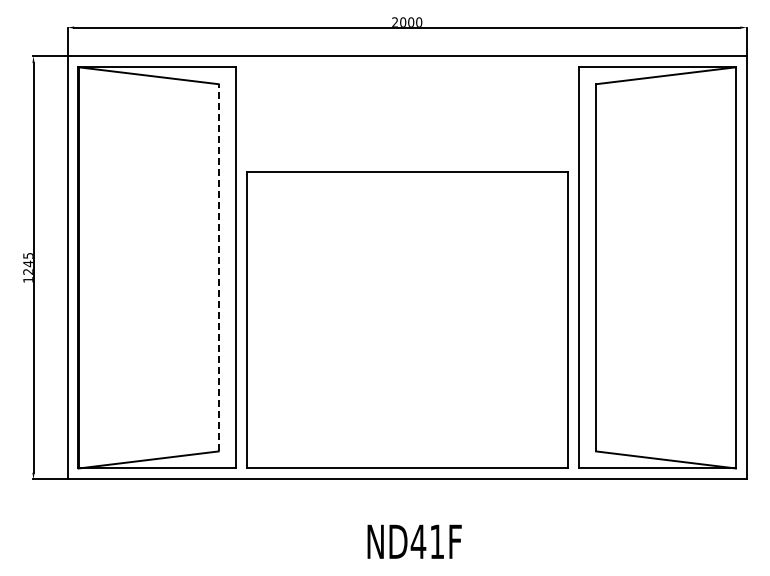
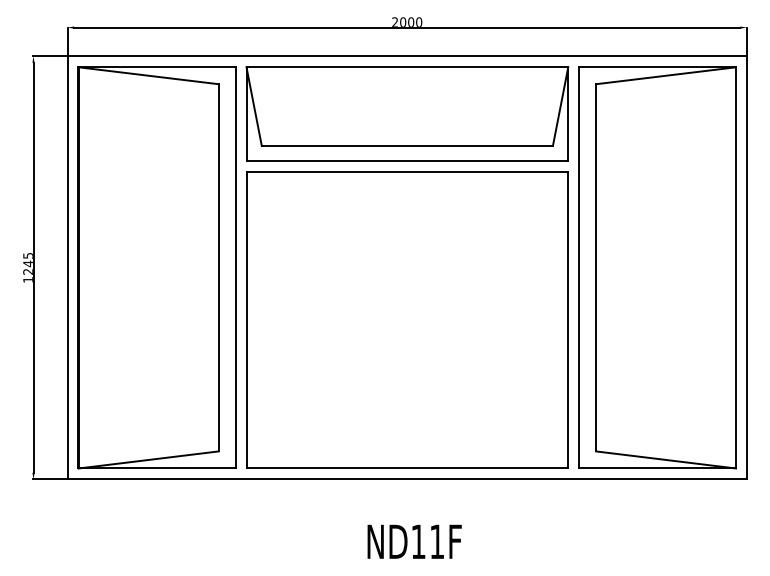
part at (407, 113): none -> present
line at (218, 267): dashed -> solid
text at (418, 541): ND41F -> ND11F
